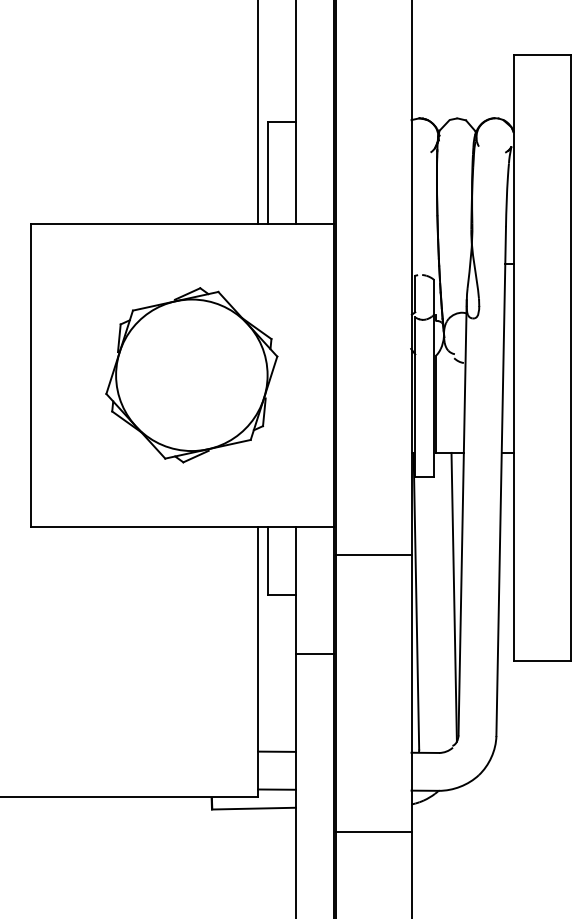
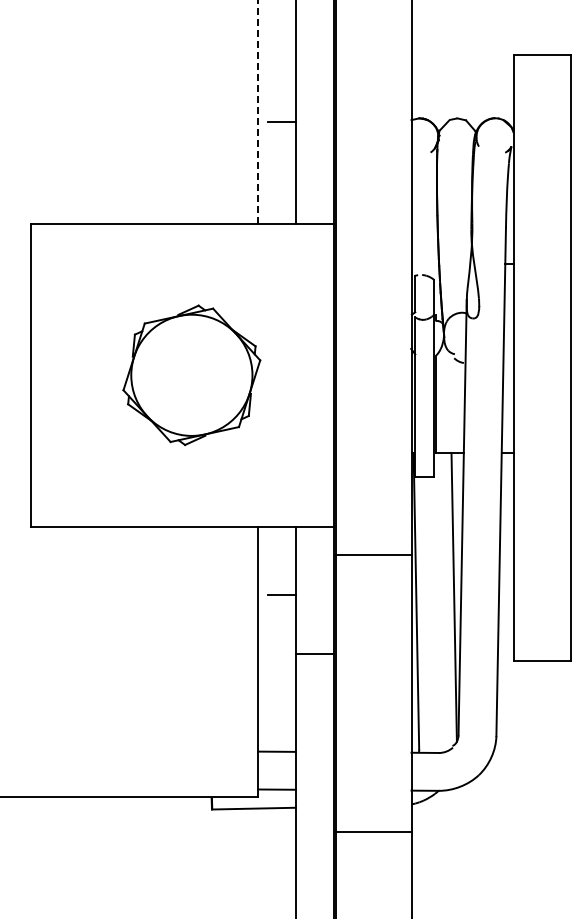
line at (258, 111): solid -> dashed
line at (267, 172): present -> none
part at (191, 375) size: 174x177 px -> 140x142 px
line at (267, 560): present -> none
